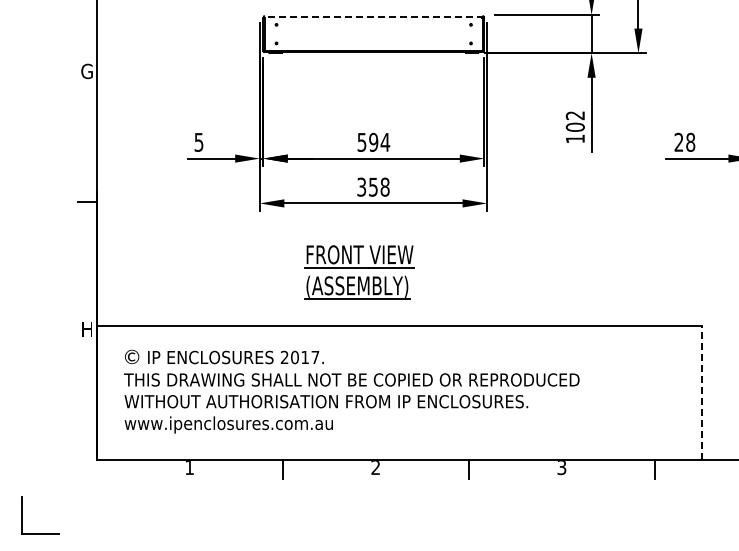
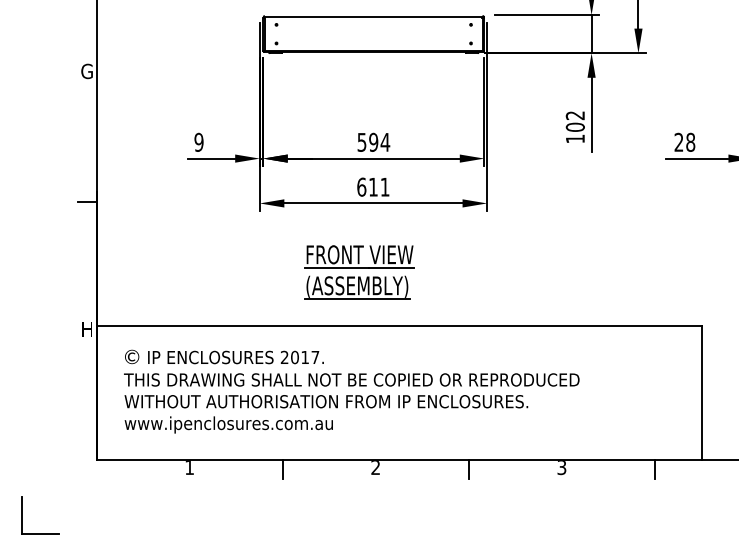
line at (373, 17): dashed -> solid
text at (198, 141): 5 -> 9
text at (373, 186): 358 -> 611
line at (701, 392): dashed -> solid
